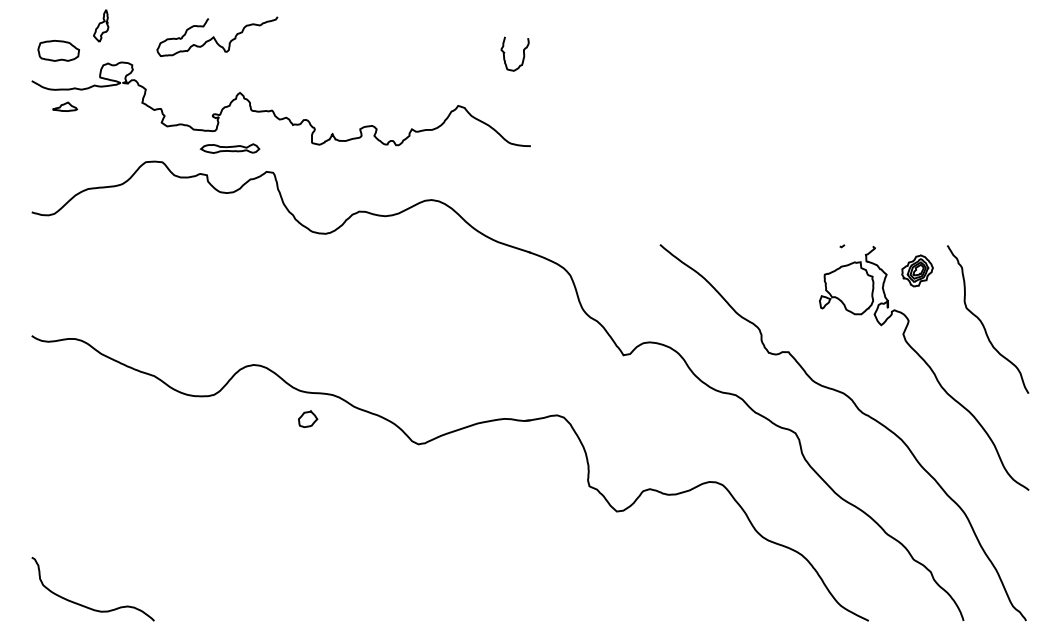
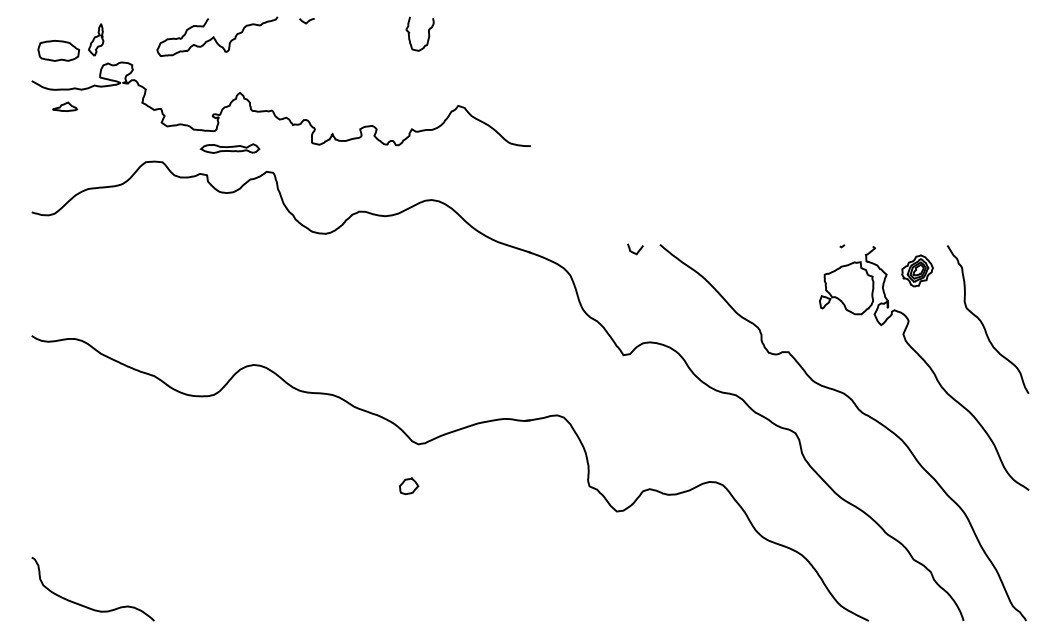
curve at (306, 21): none -> present
part at (101, 25) position: (101, 25) -> (96, 39)
curve at (523, 53) position: (523, 53) -> (428, 33)
curve at (633, 251): none -> present
part at (308, 419) position: (308, 419) -> (409, 486)
